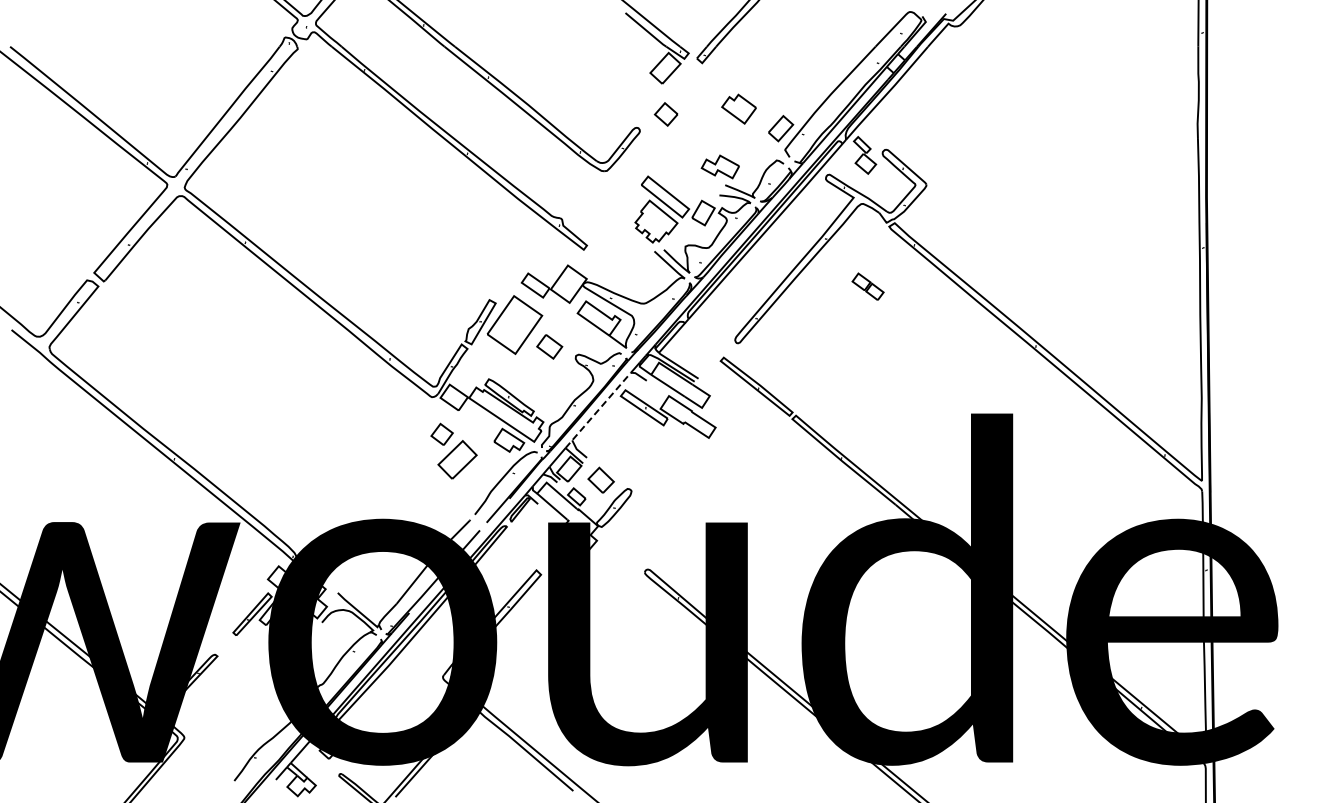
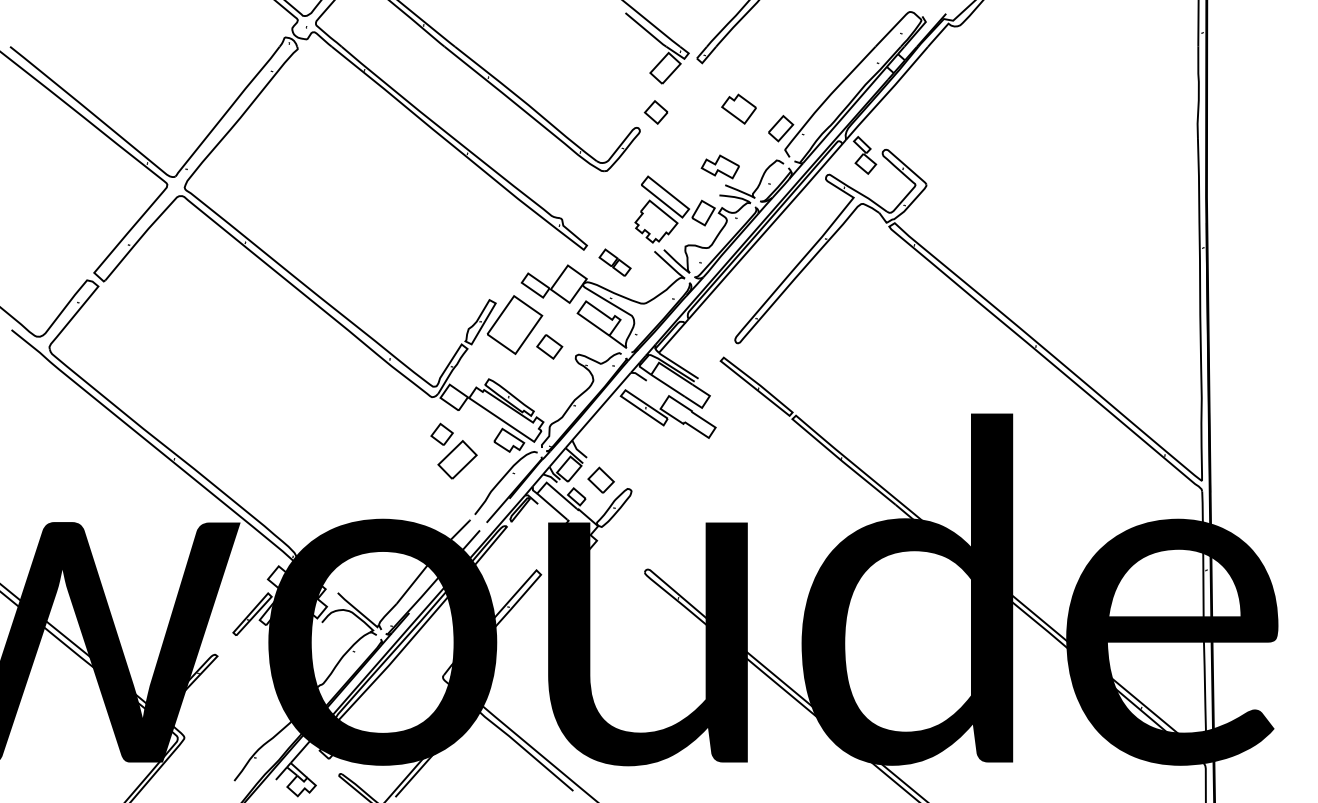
part at (665, 114) position: (665, 114) -> (655, 112)
part at (867, 286) position: (867, 286) -> (614, 262)
line at (597, 411): dashed -> solid
